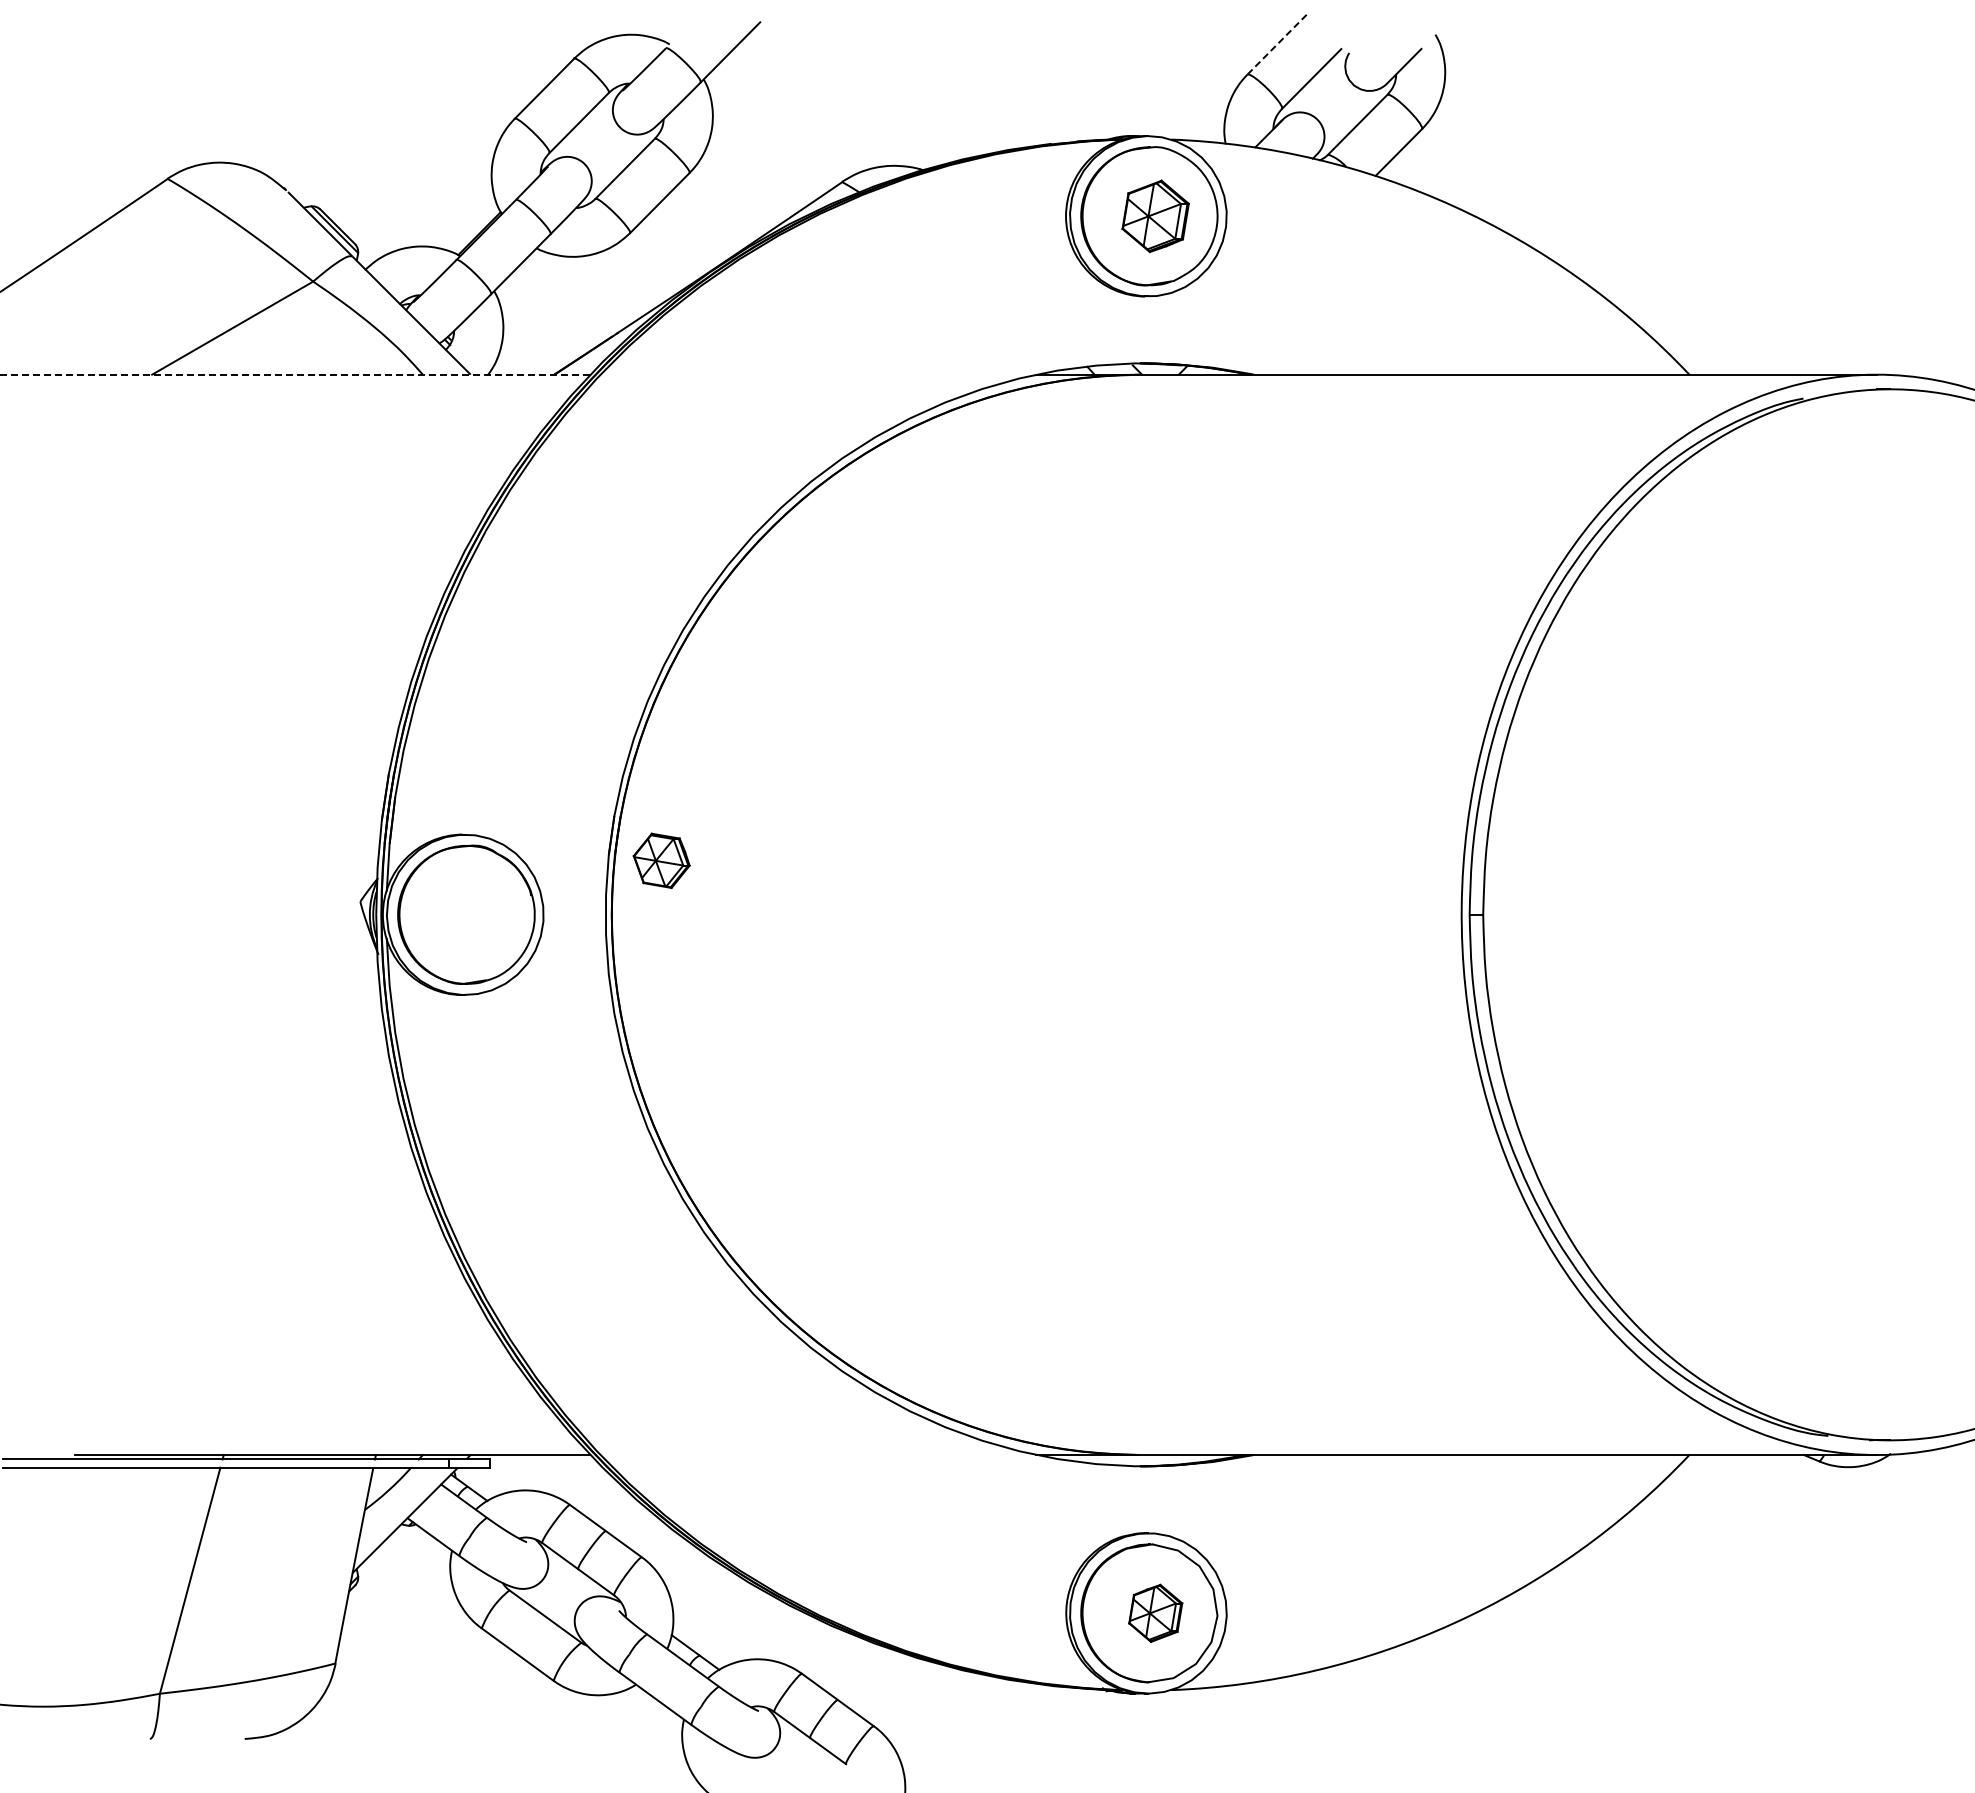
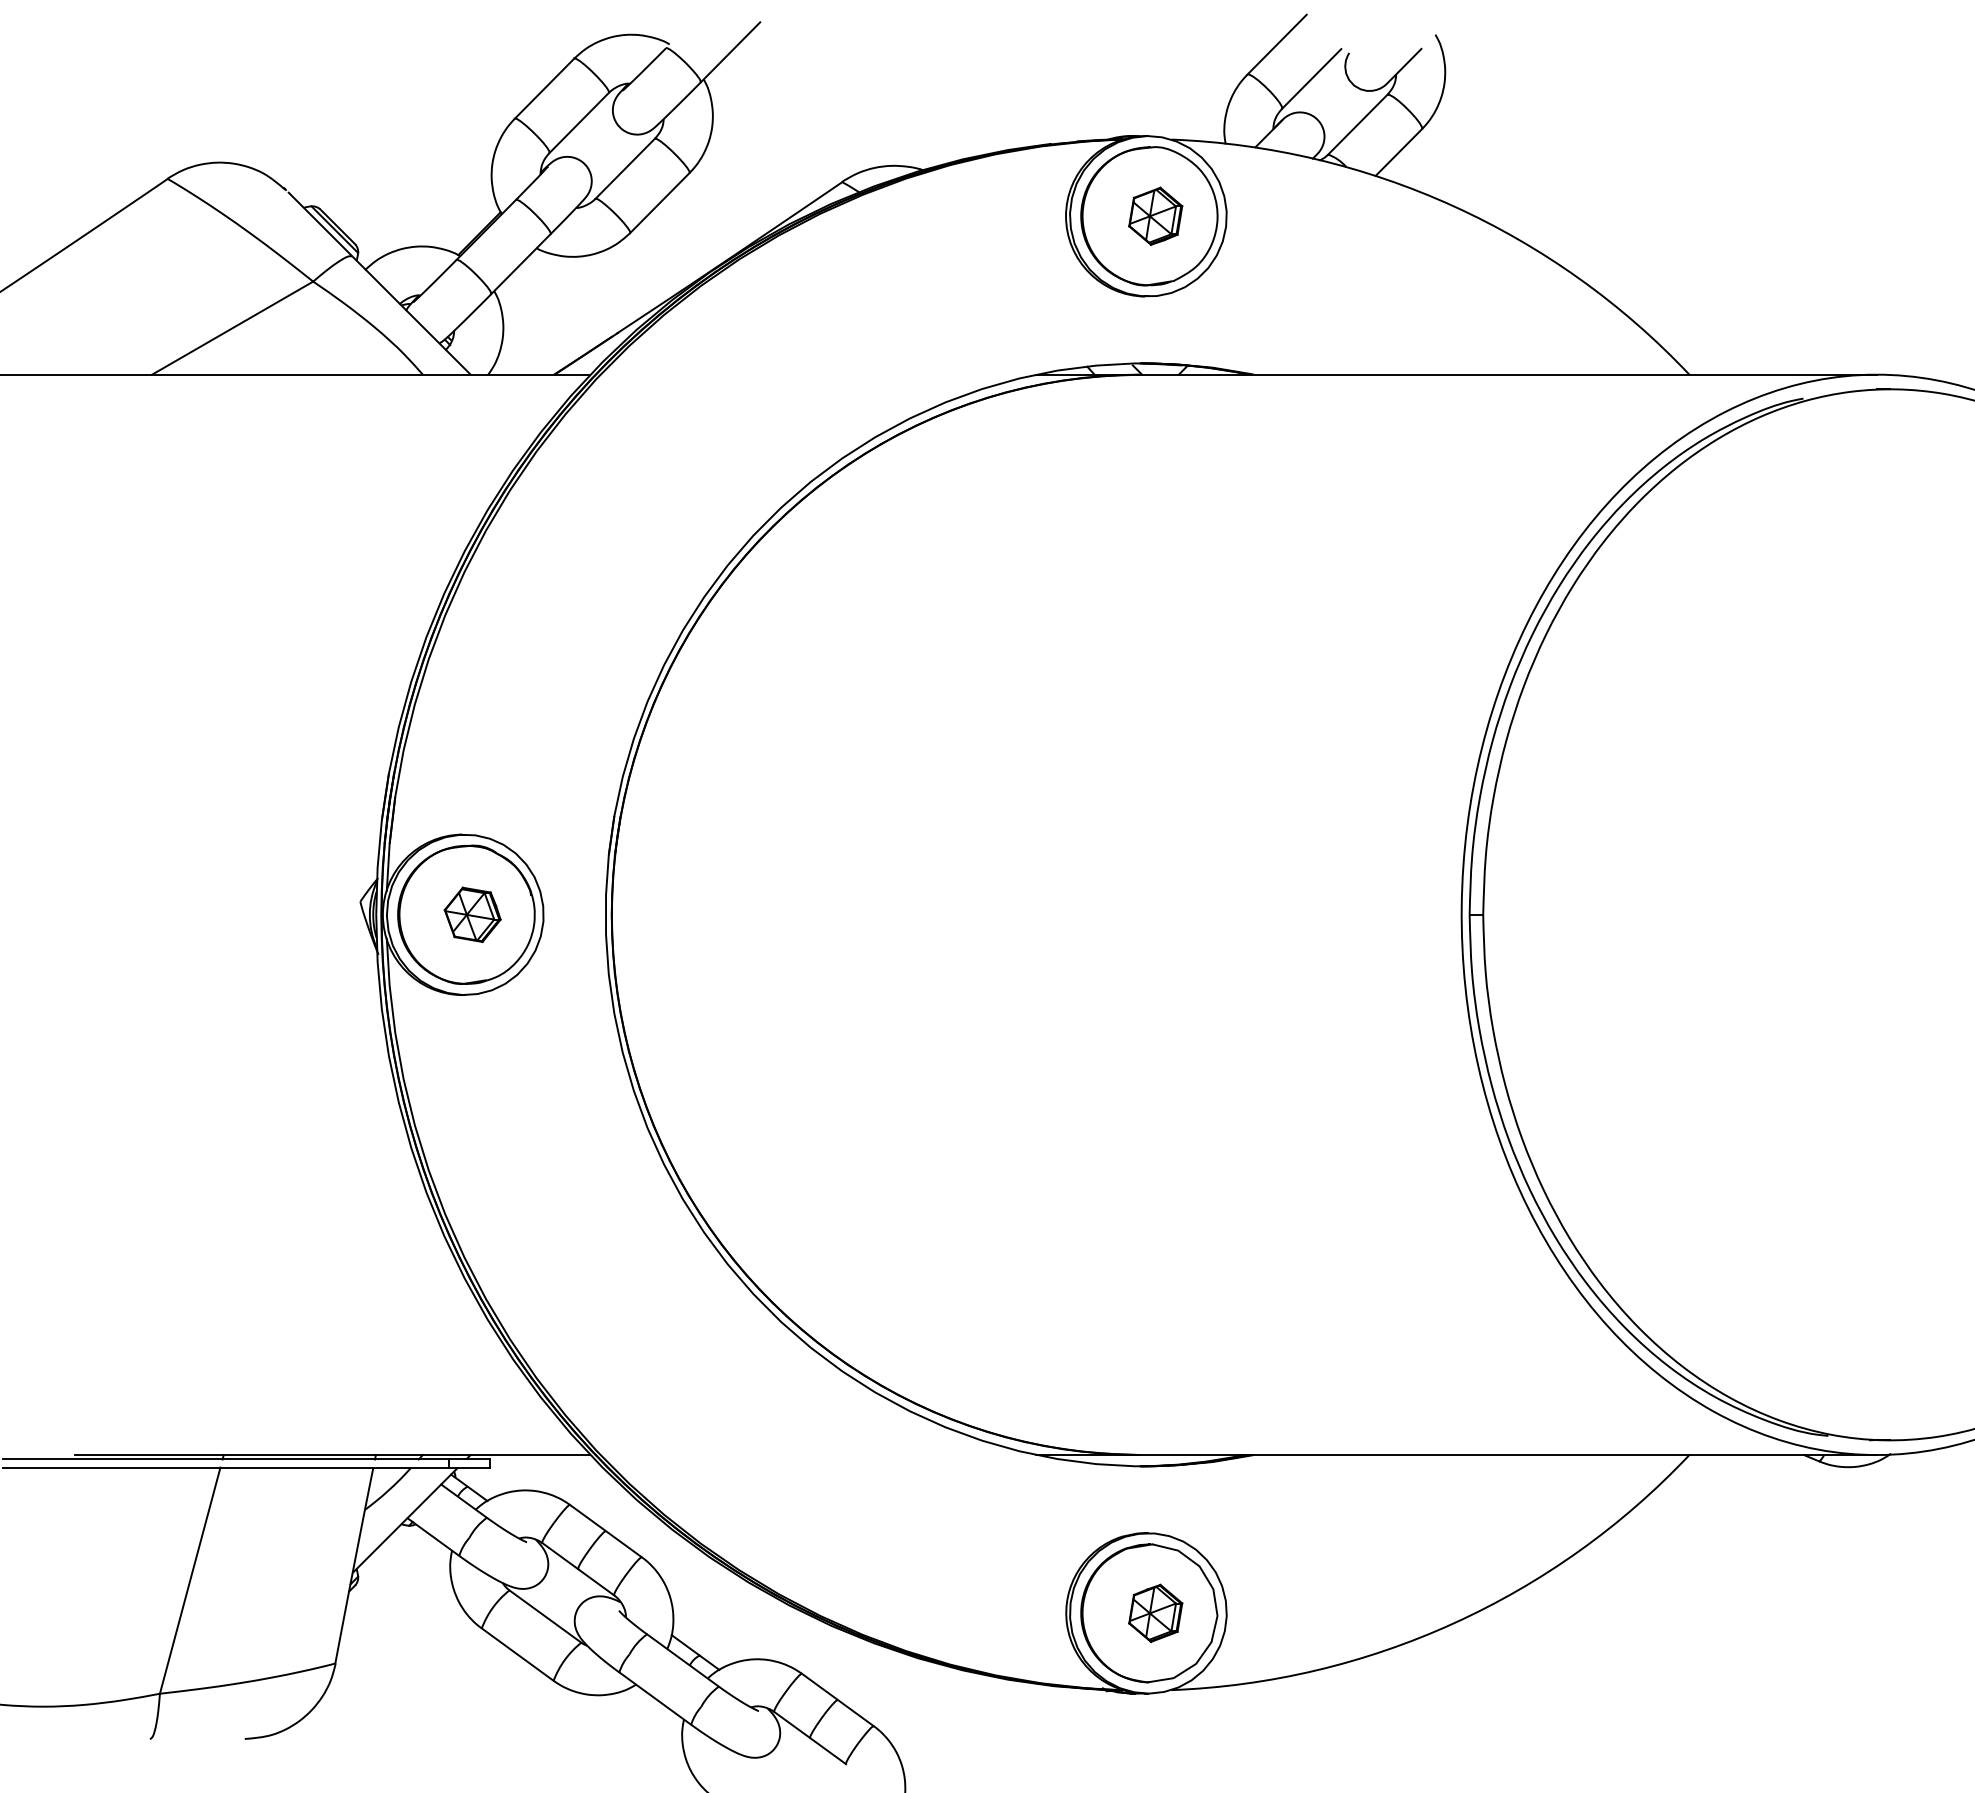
line at (1276, 45): dashed -> solid
part at (1155, 216) size: 69x75 px -> 56x60 px
line at (295, 374): dashed -> solid
part at (661, 860) position: (661, 860) -> (472, 914)
